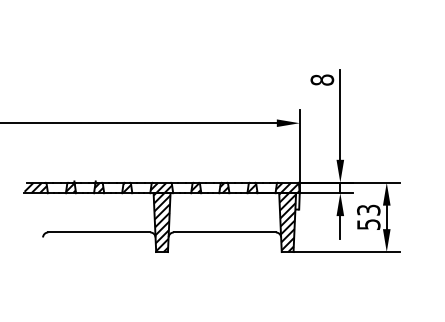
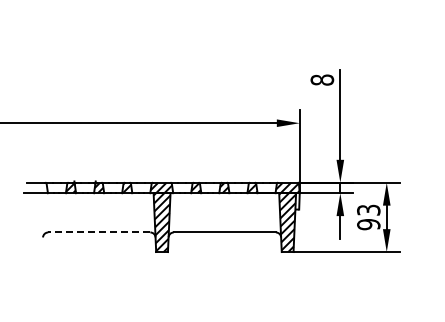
hatch at (35, 187): present -> none
text at (368, 224): 53 -> 93
line at (99, 232): solid -> dashed
